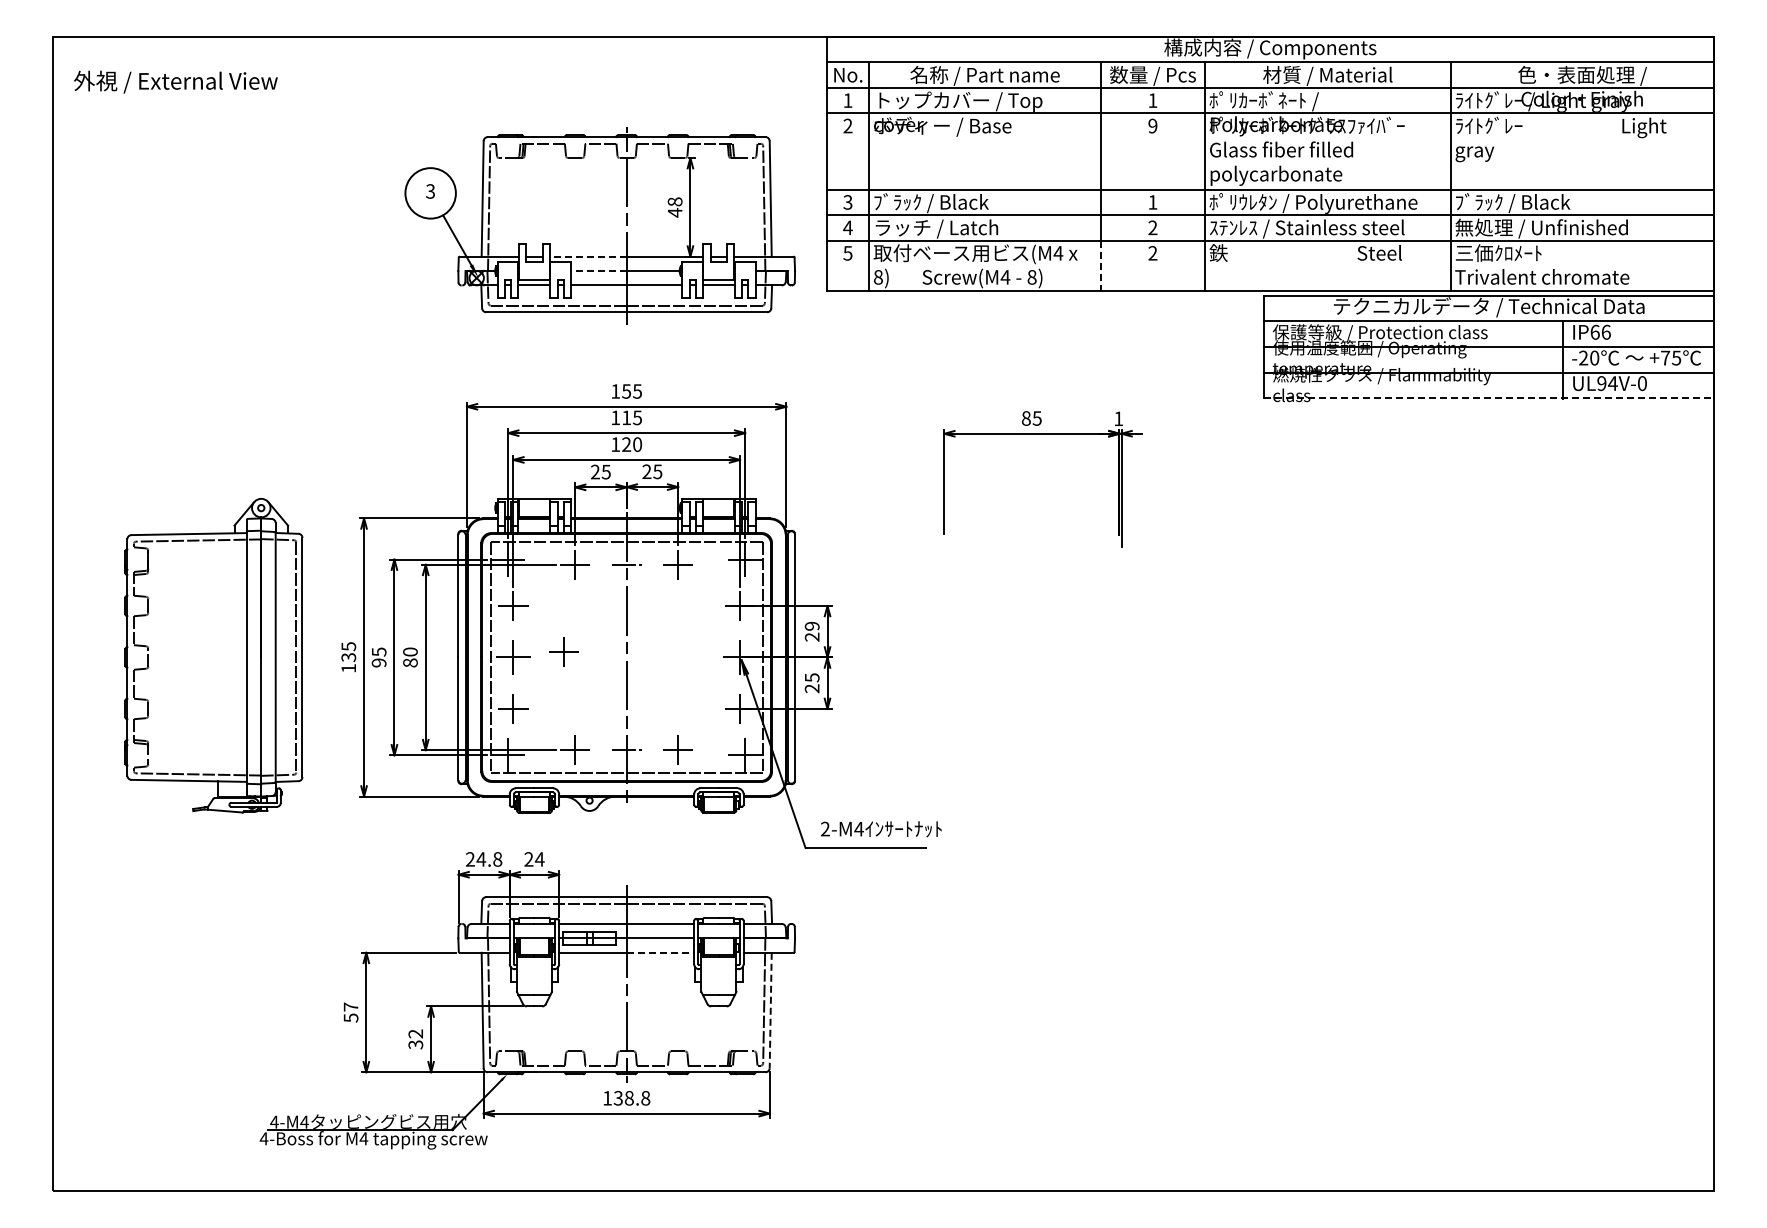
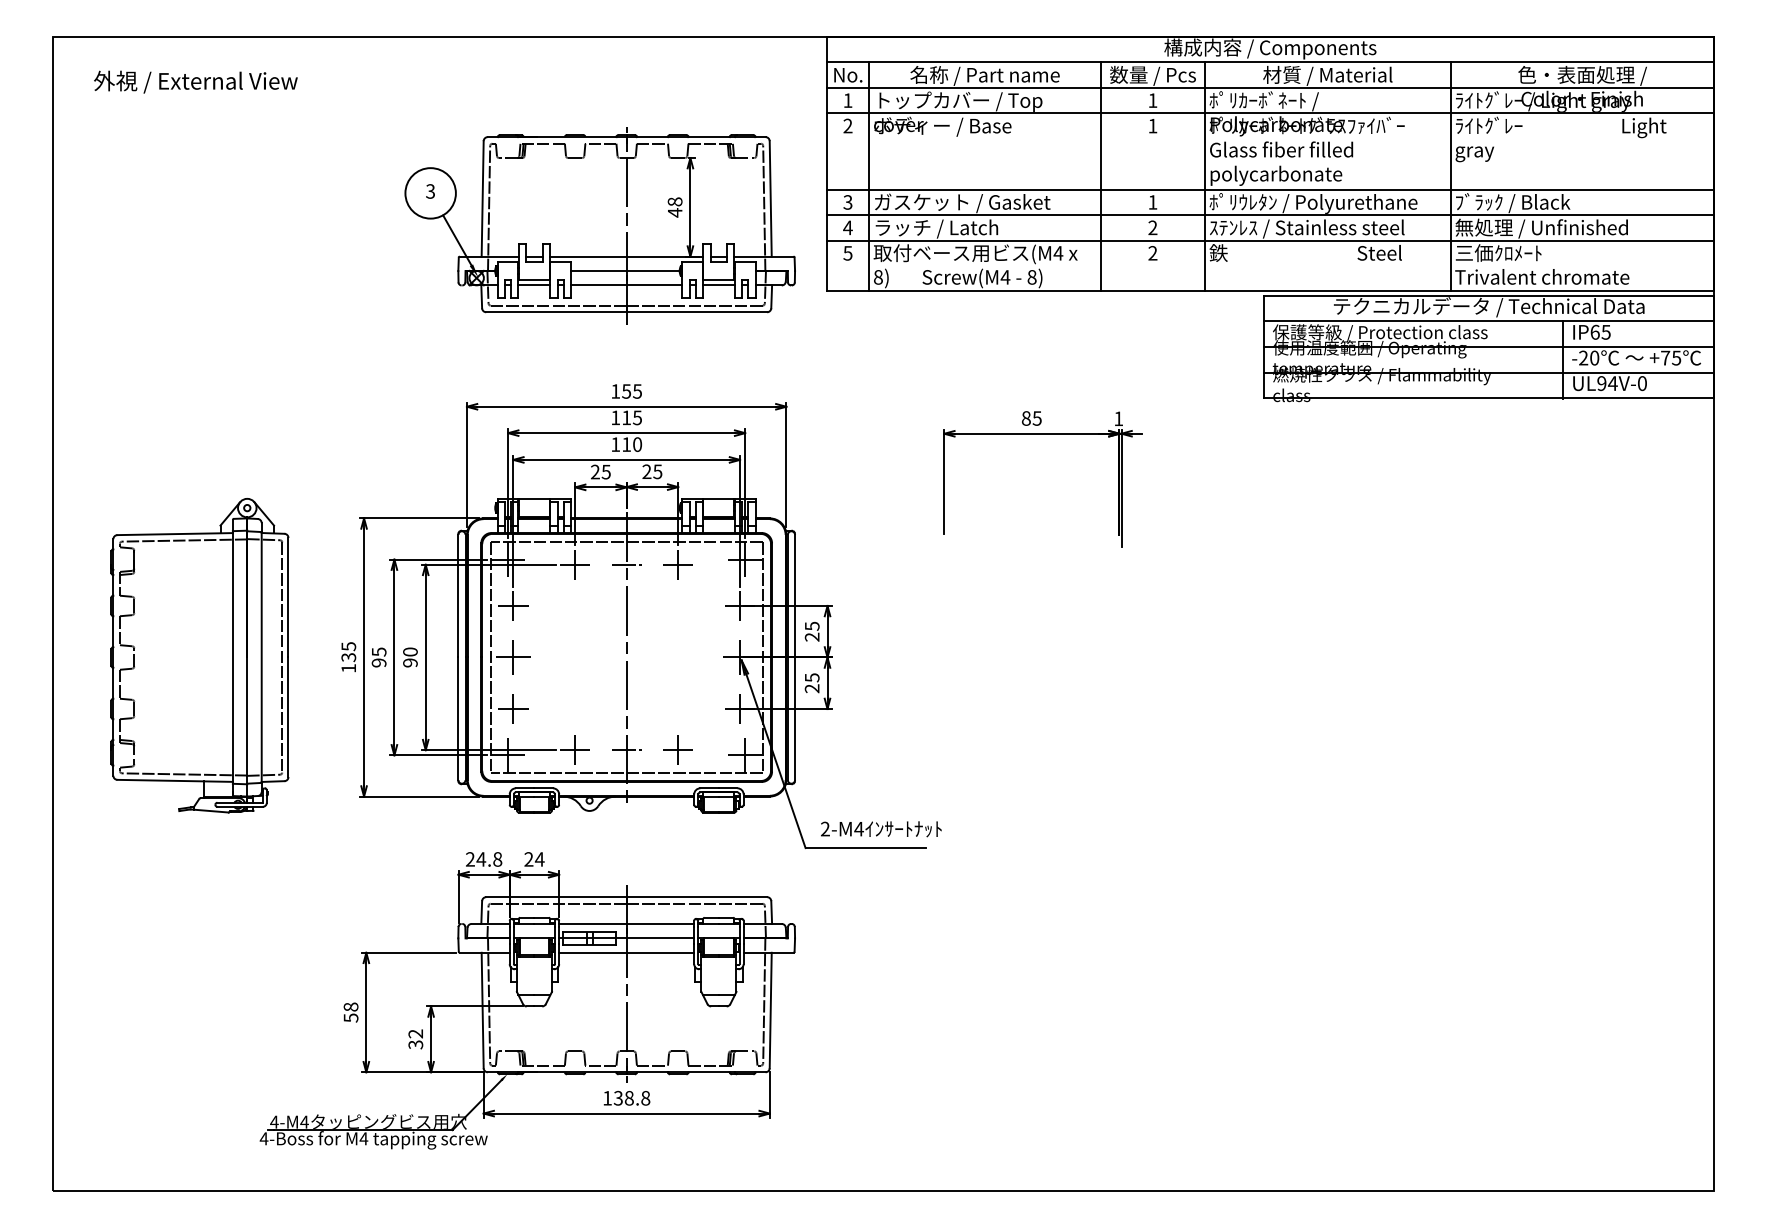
text at (175, 81) position: (175, 81) -> (195, 81)
text at (1152, 125): 9 -> 1
text at (962, 203): ﾌﾞﾗｯｸ / Black -> ガスケット / Gasket
line at (587, 256): dashed -> solid
line at (1100, 266): dashed -> solid
line at (598, 271): dashed -> solid
text at (1605, 331): IP66 -> IP65
line at (1489, 398): dashed -> solid
text at (626, 444): 120 -> 110
text at (811, 625): 29 -> 25
part at (563, 651): present -> none
part at (213, 655) position: (213, 655) -> (199, 655)
text at (410, 662): 80 -> 90
line at (660, 952): dashed -> solid
text at (350, 1006): 57 -> 58
line at (770, 1010): dashed -> solid
